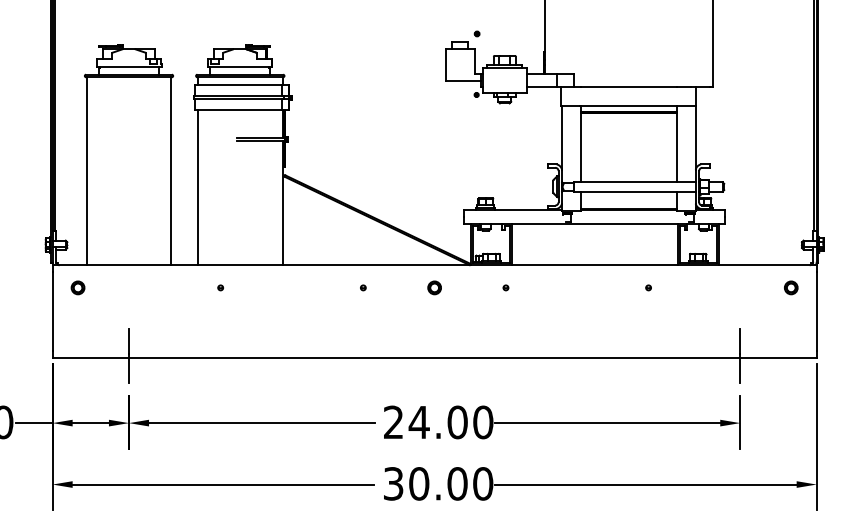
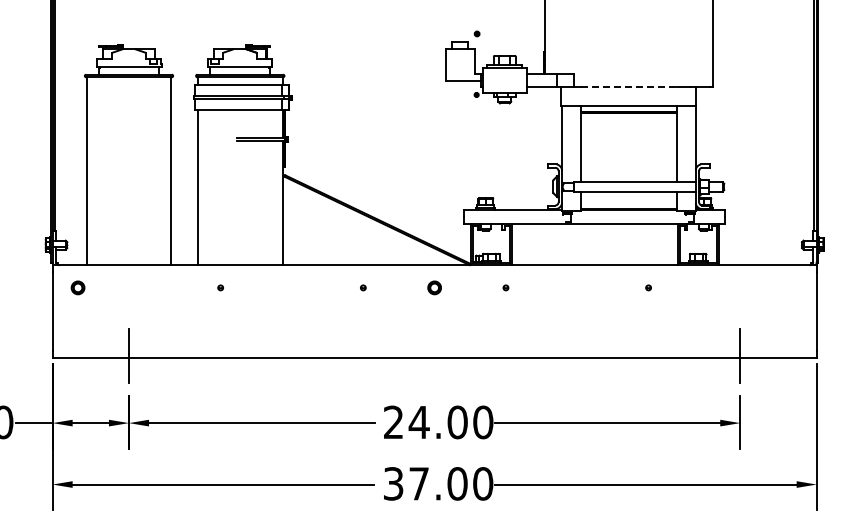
line at (628, 86): solid -> dashed
part at (791, 287): present -> none
text at (419, 483): 30.00 -> 37.00
